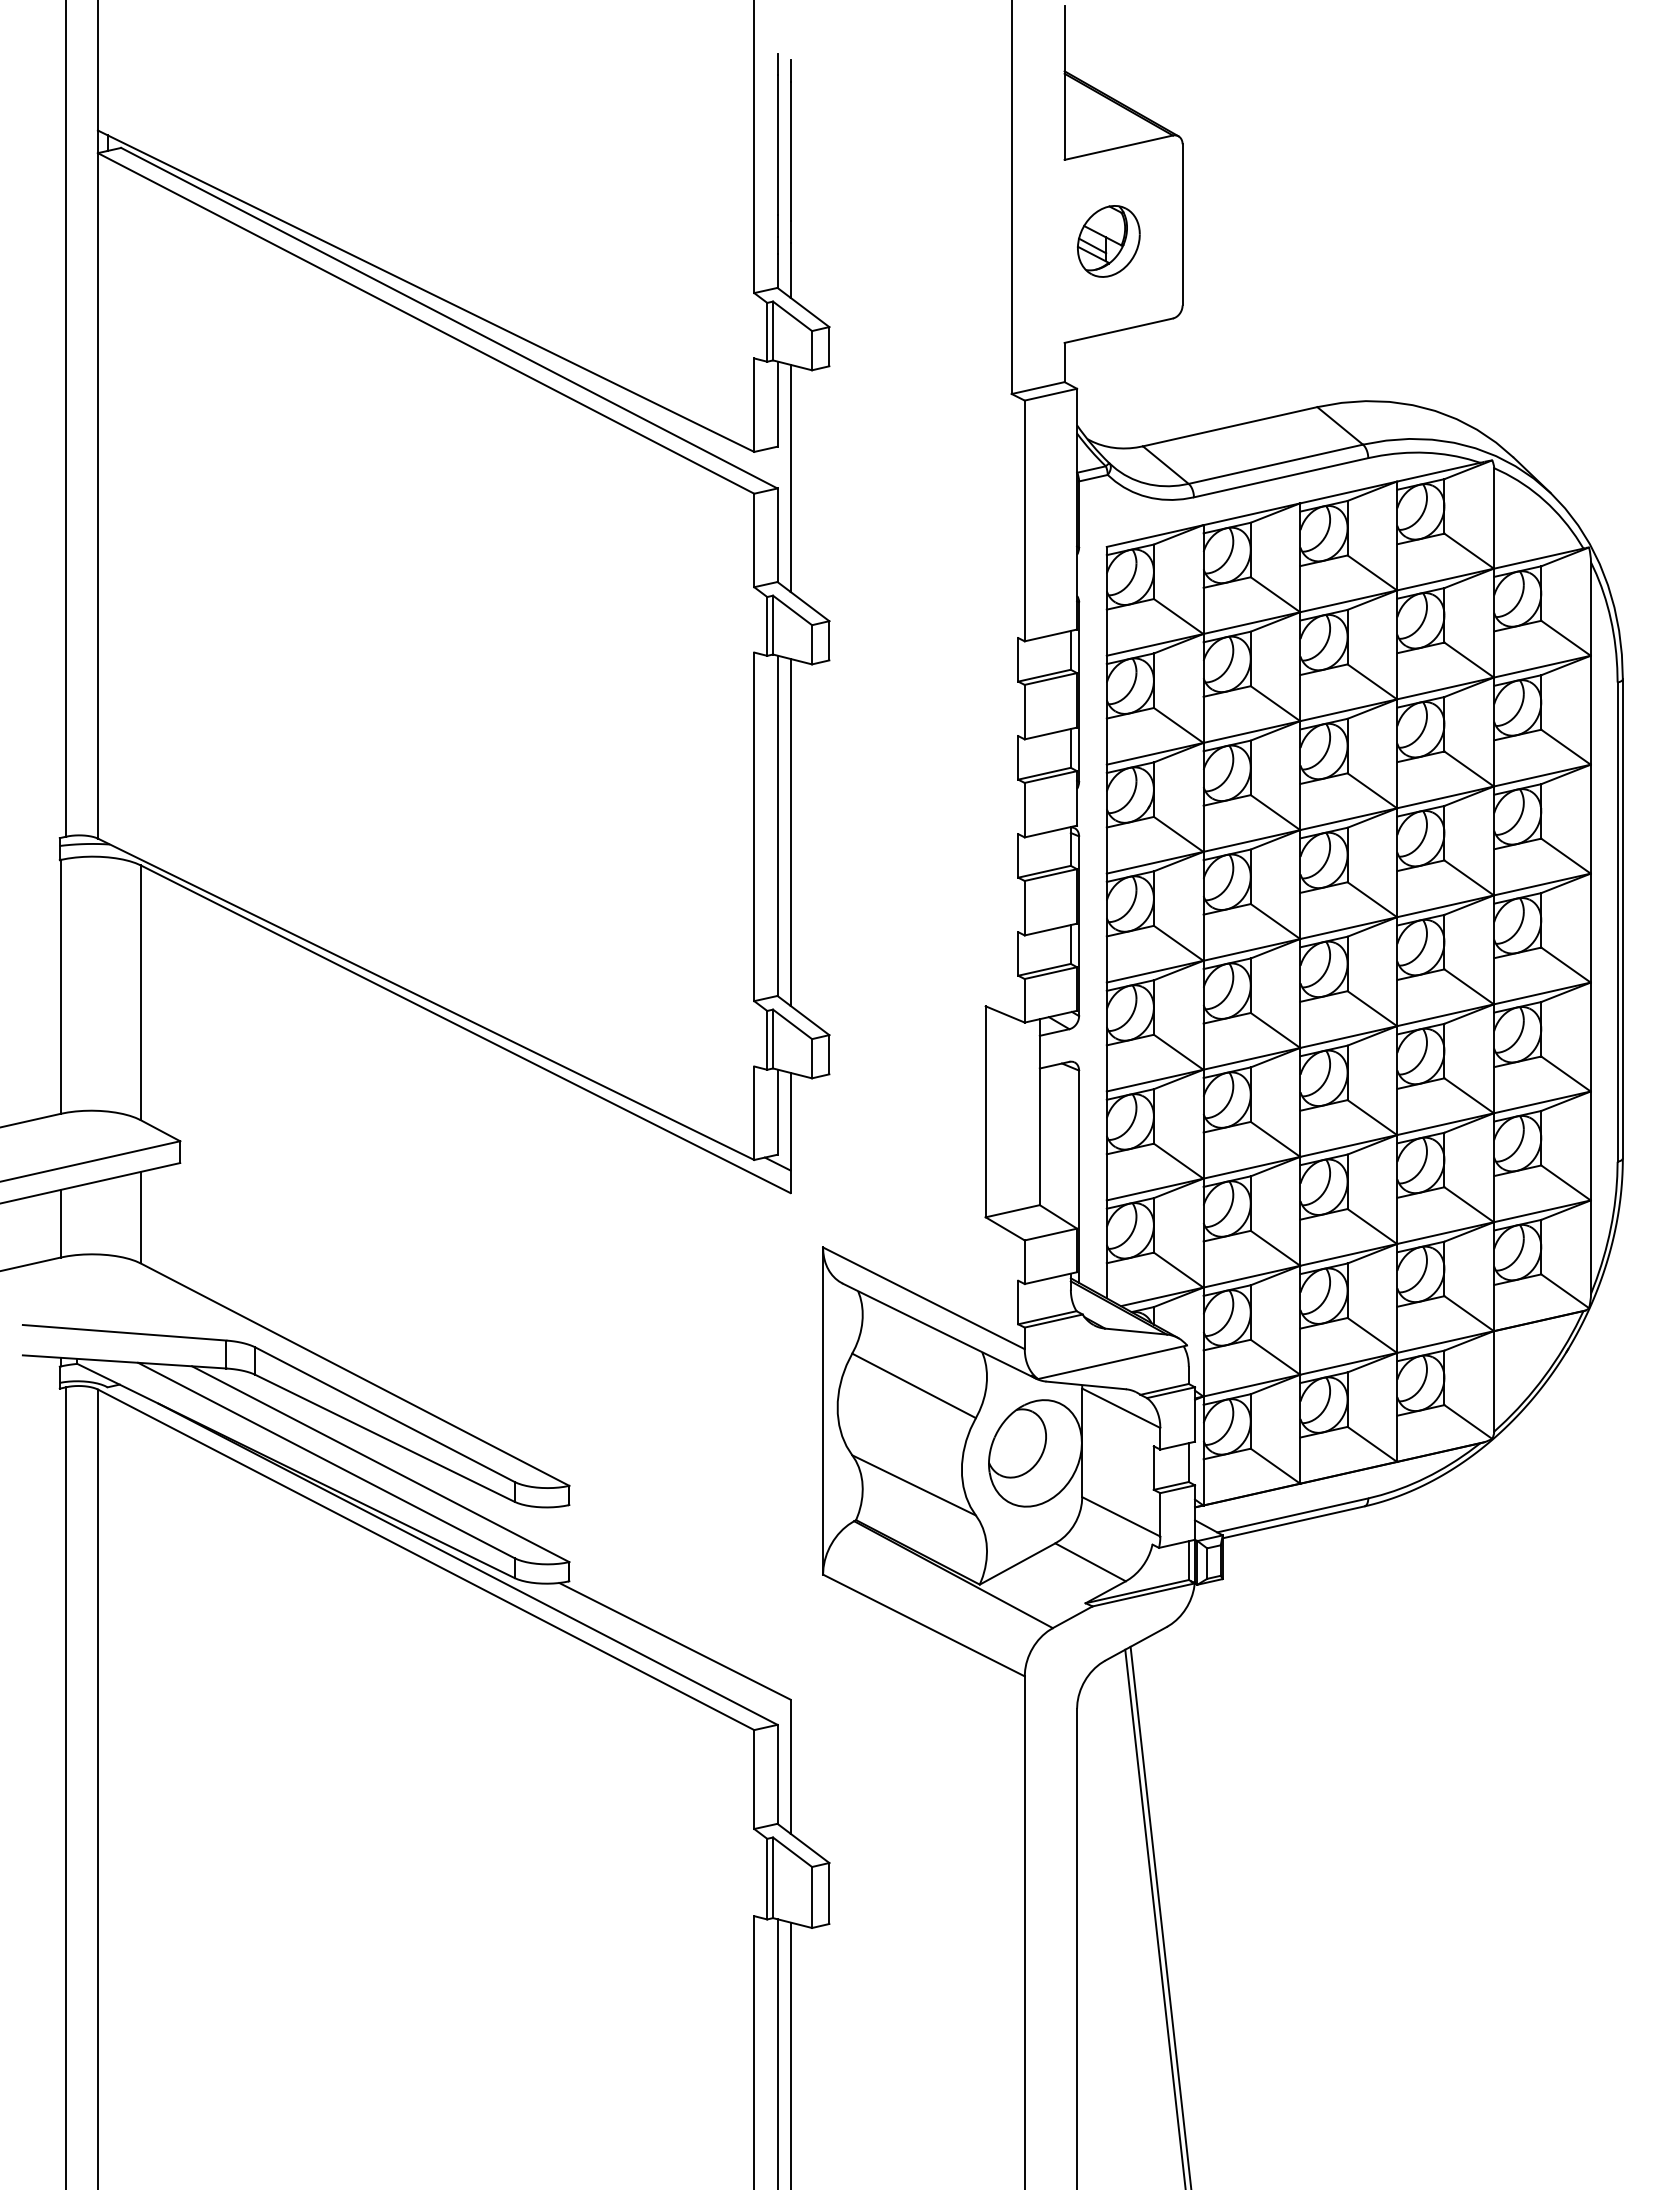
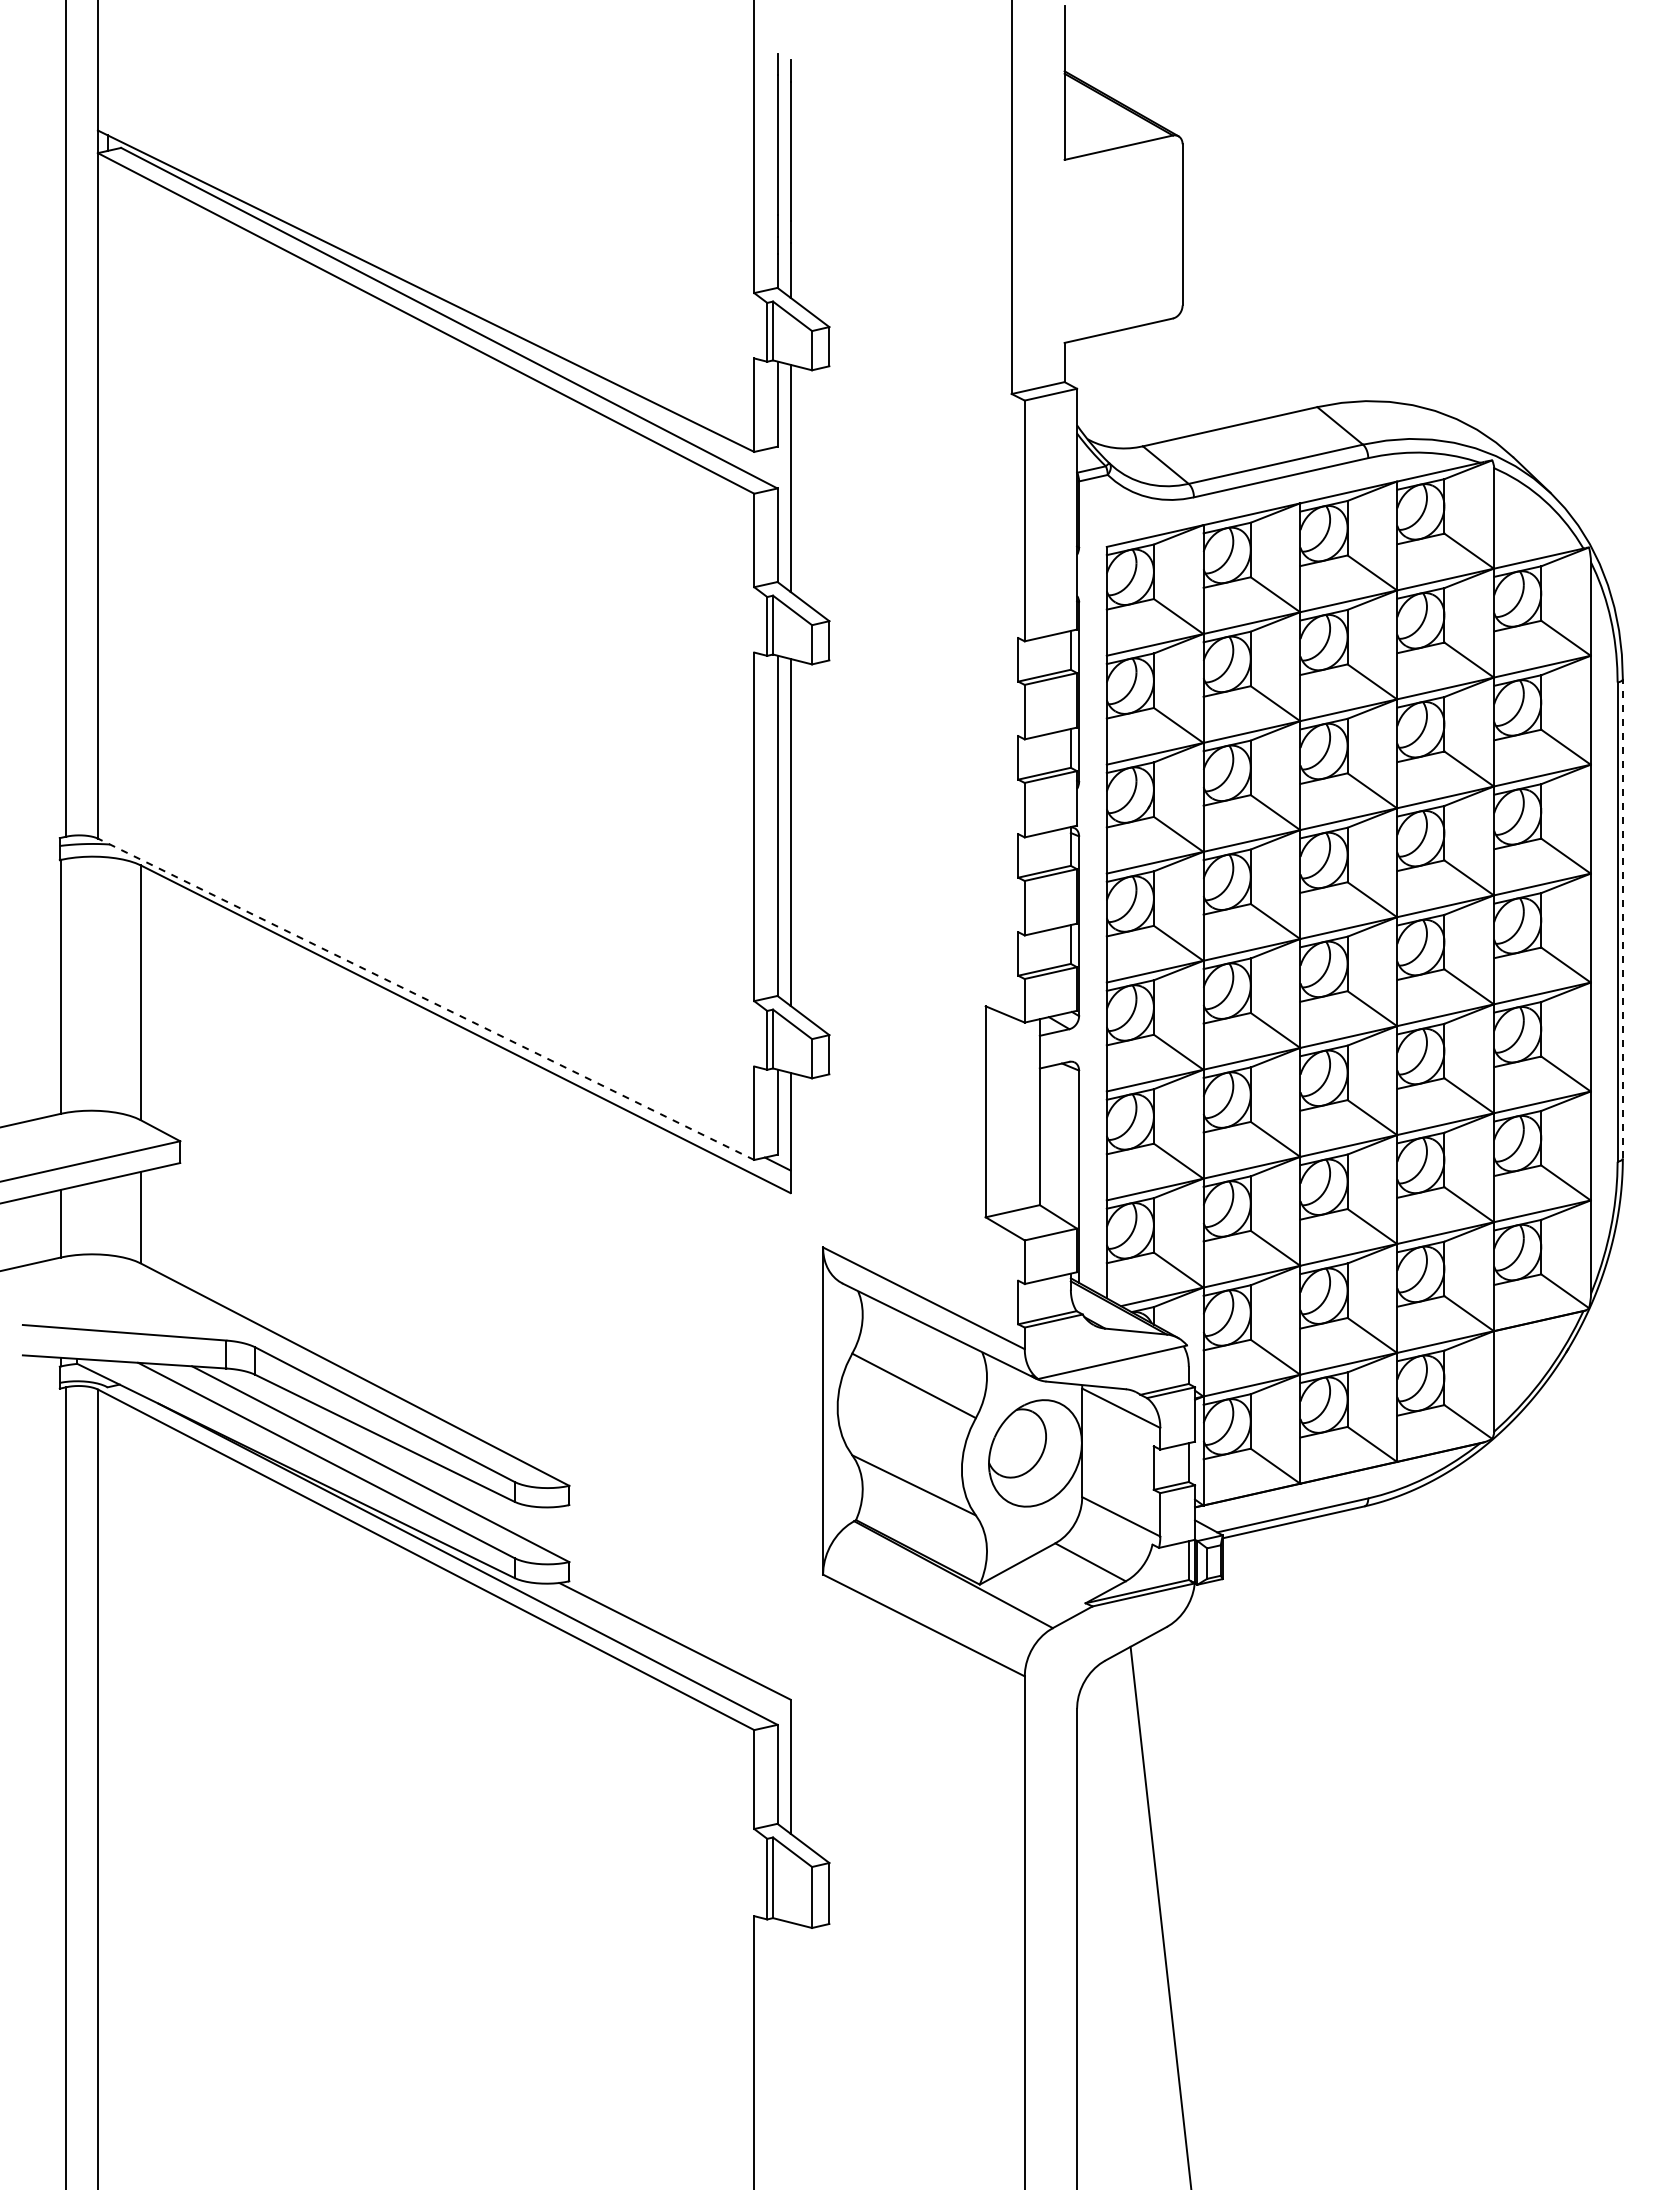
part at (1108, 241): present -> none
line at (1622, 918): solid -> dashed
line at (425, 999): solid -> dashed
line at (1155, 1917): present -> none
line at (777, 2052): present -> none
line at (790, 2054): present -> none
